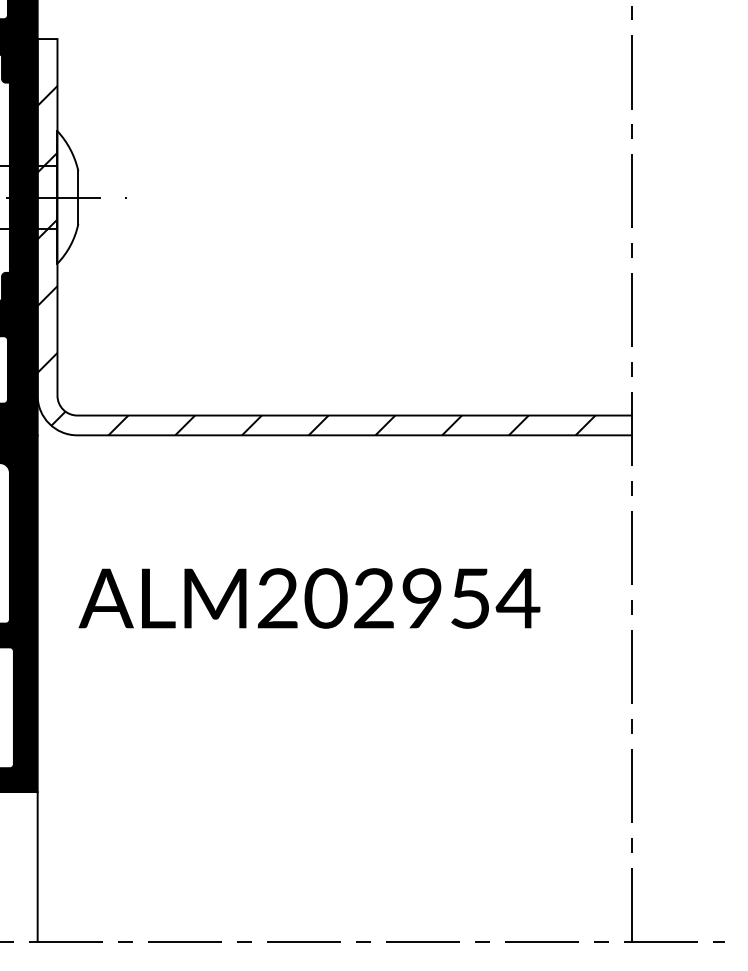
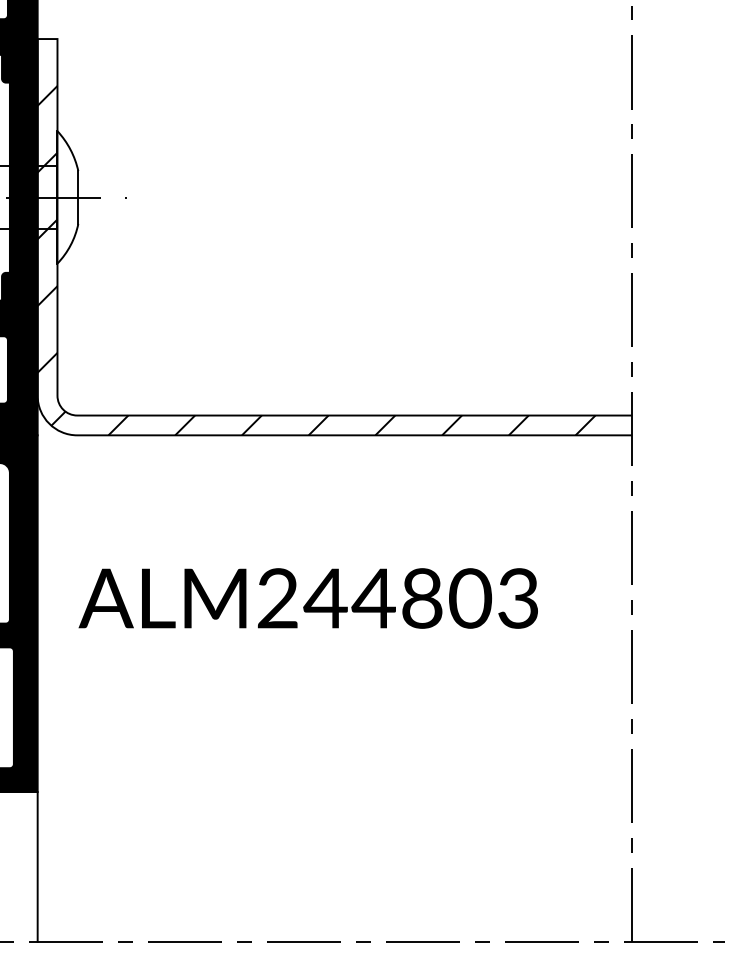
text at (421, 598): ALM202954 -> ALM244803
